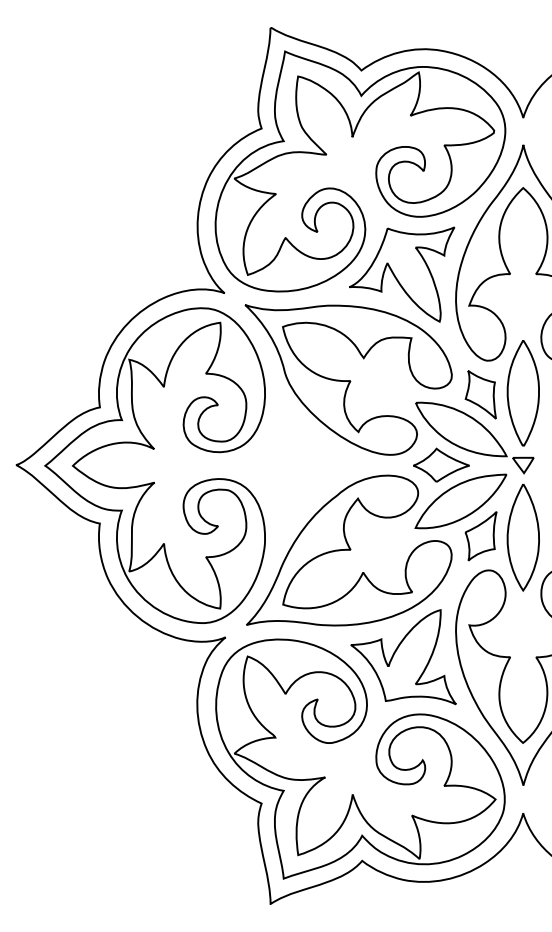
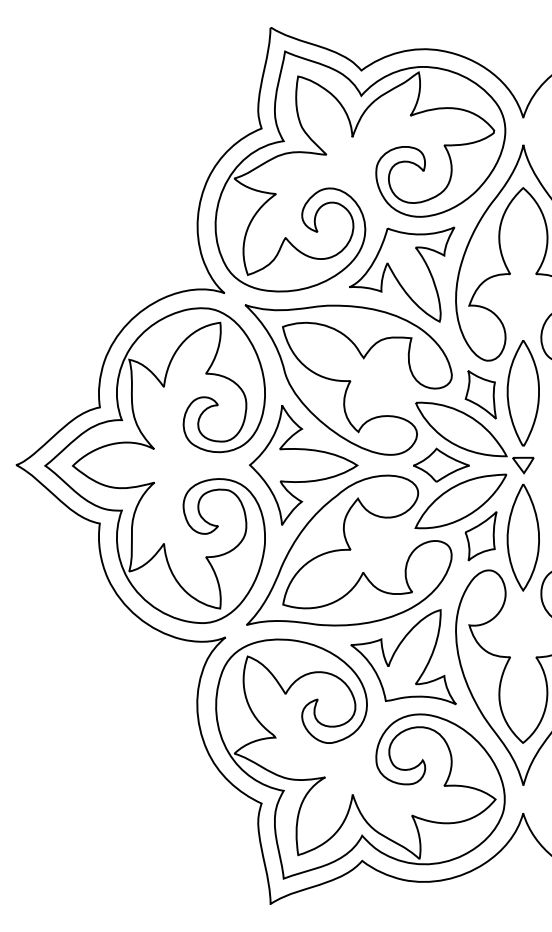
part at (303, 465): none -> present
